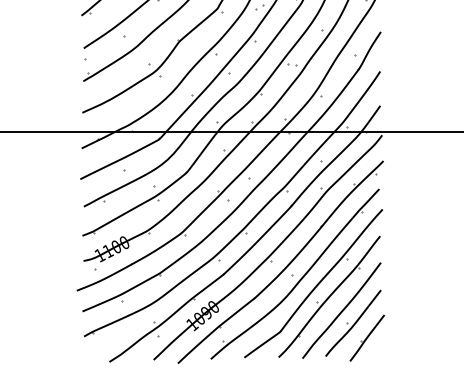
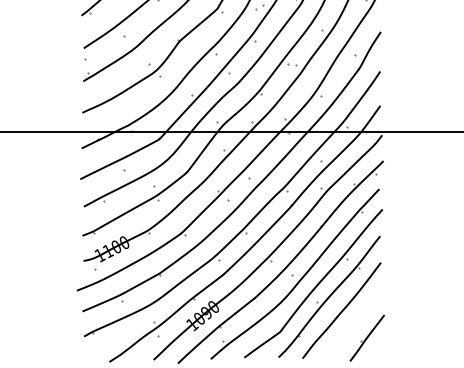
part at (353, 322): present -> none
